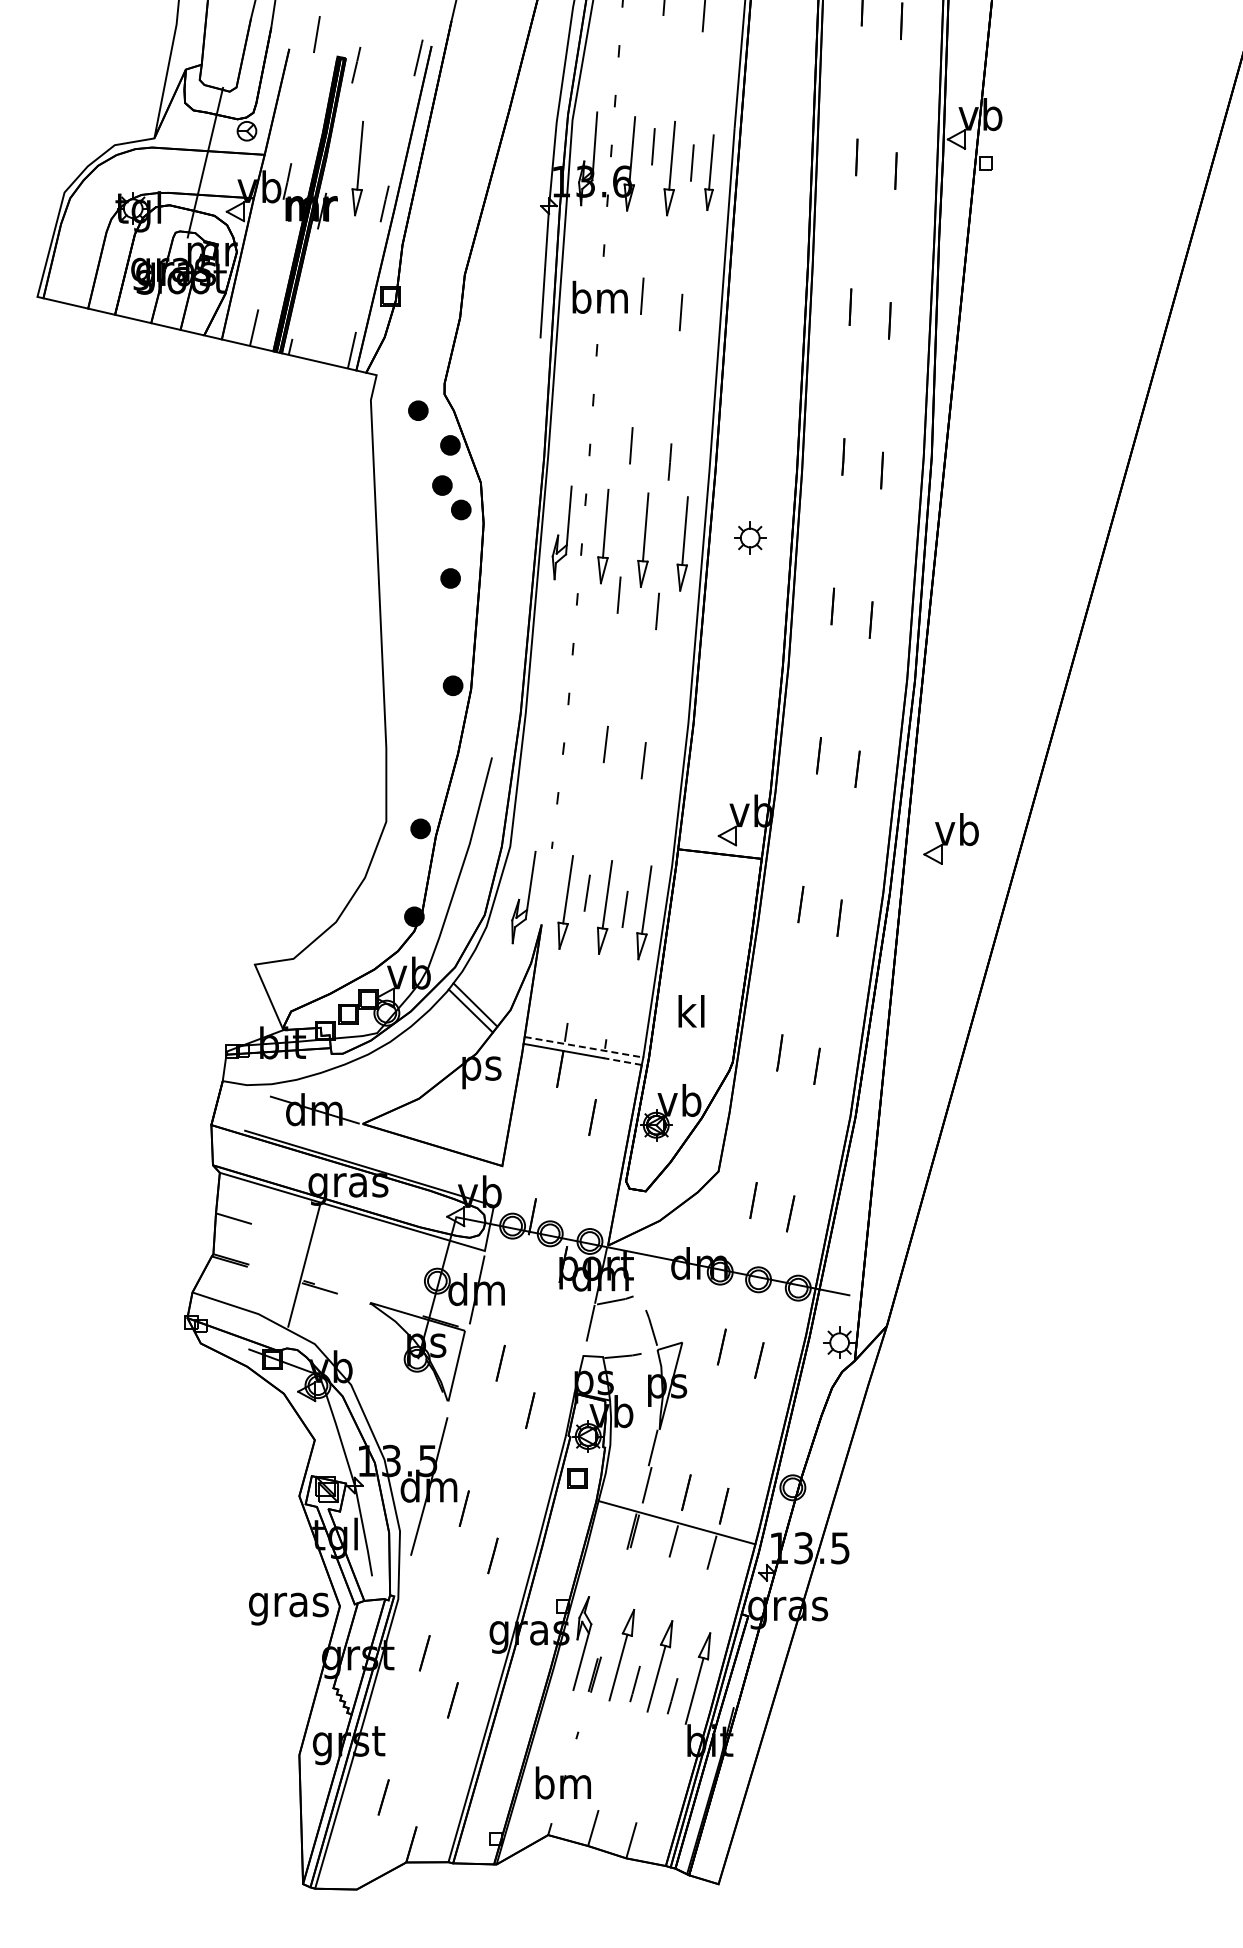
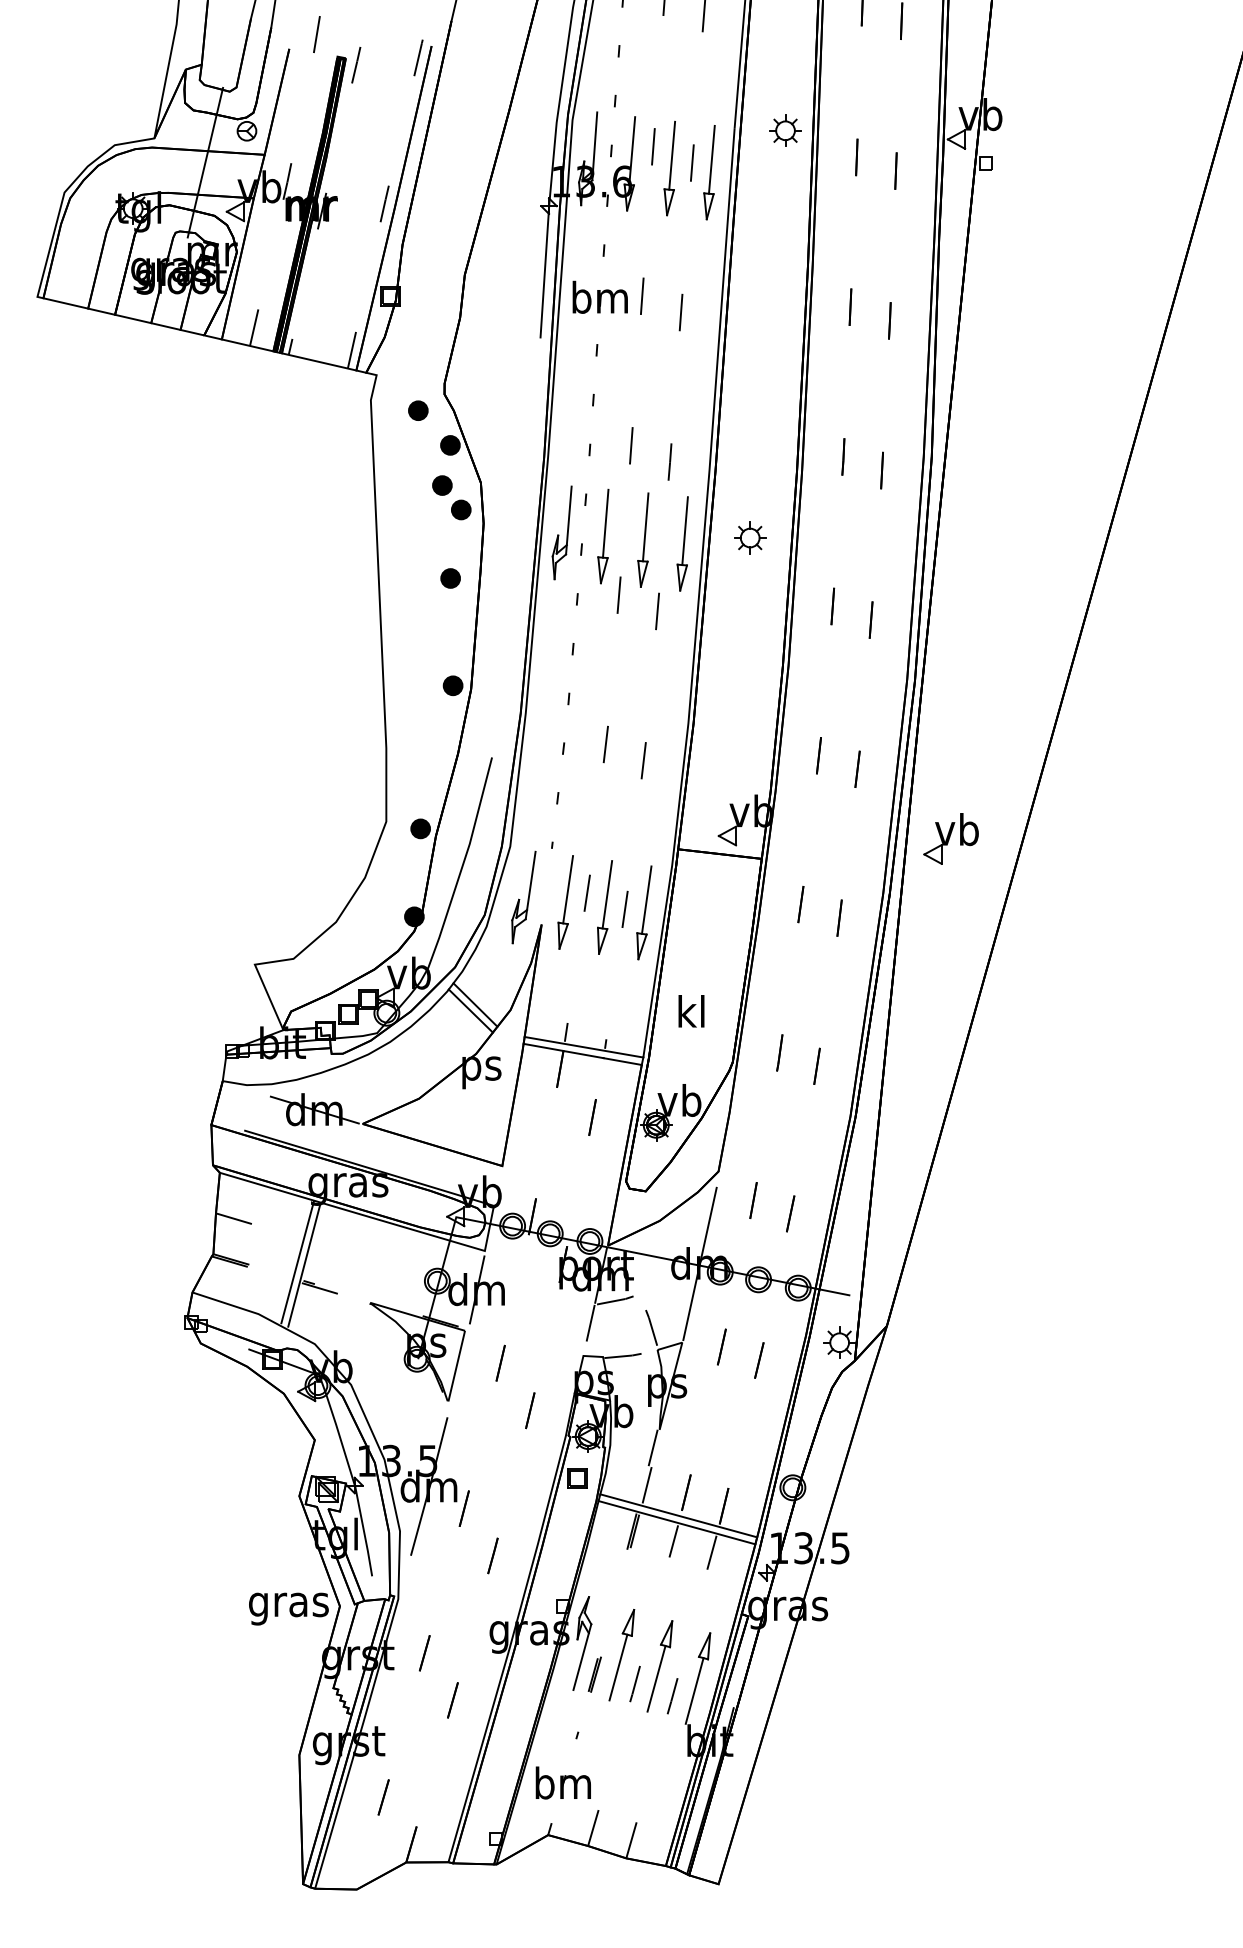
part at (785, 130): none -> present
part at (357, 168): present -> none
part at (709, 172) size: 11x77 px -> 13x96 px
line at (584, 1047): dashed -> solid
line at (622, 1061): dashed -> solid
line at (297, 1262): none -> present
line at (699, 1263): none -> present
line at (678, 1515): none -> present
